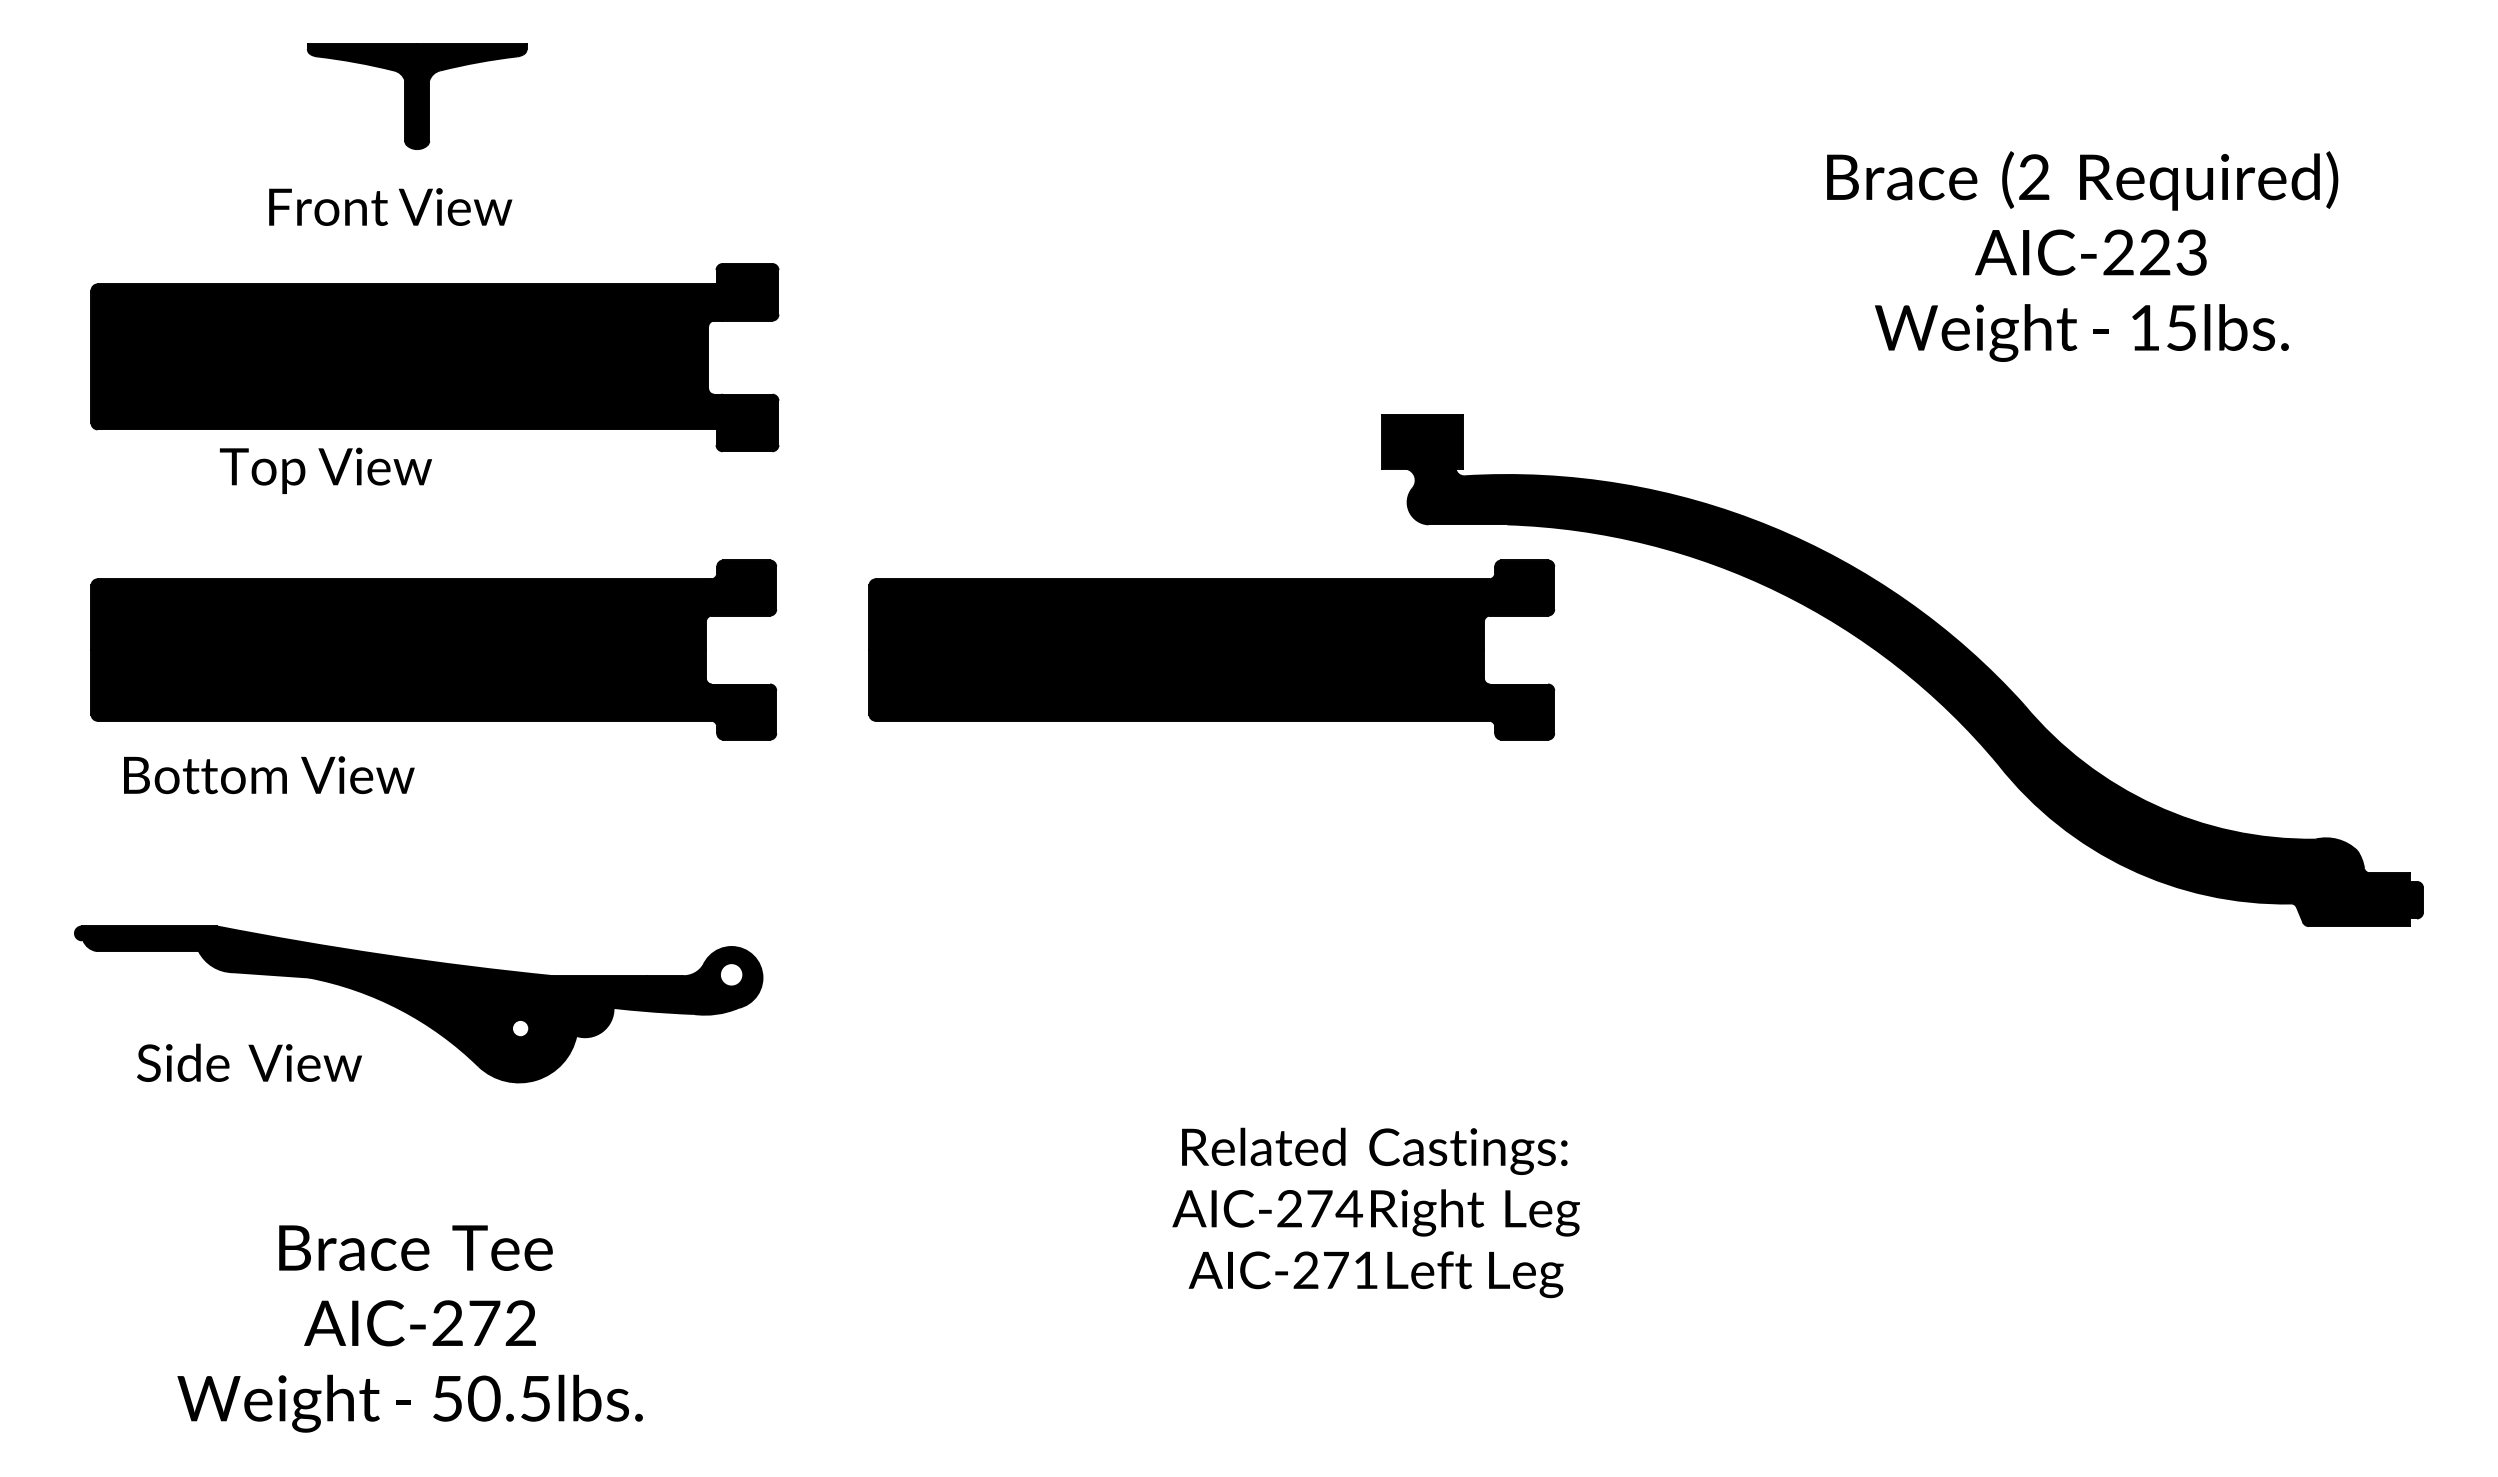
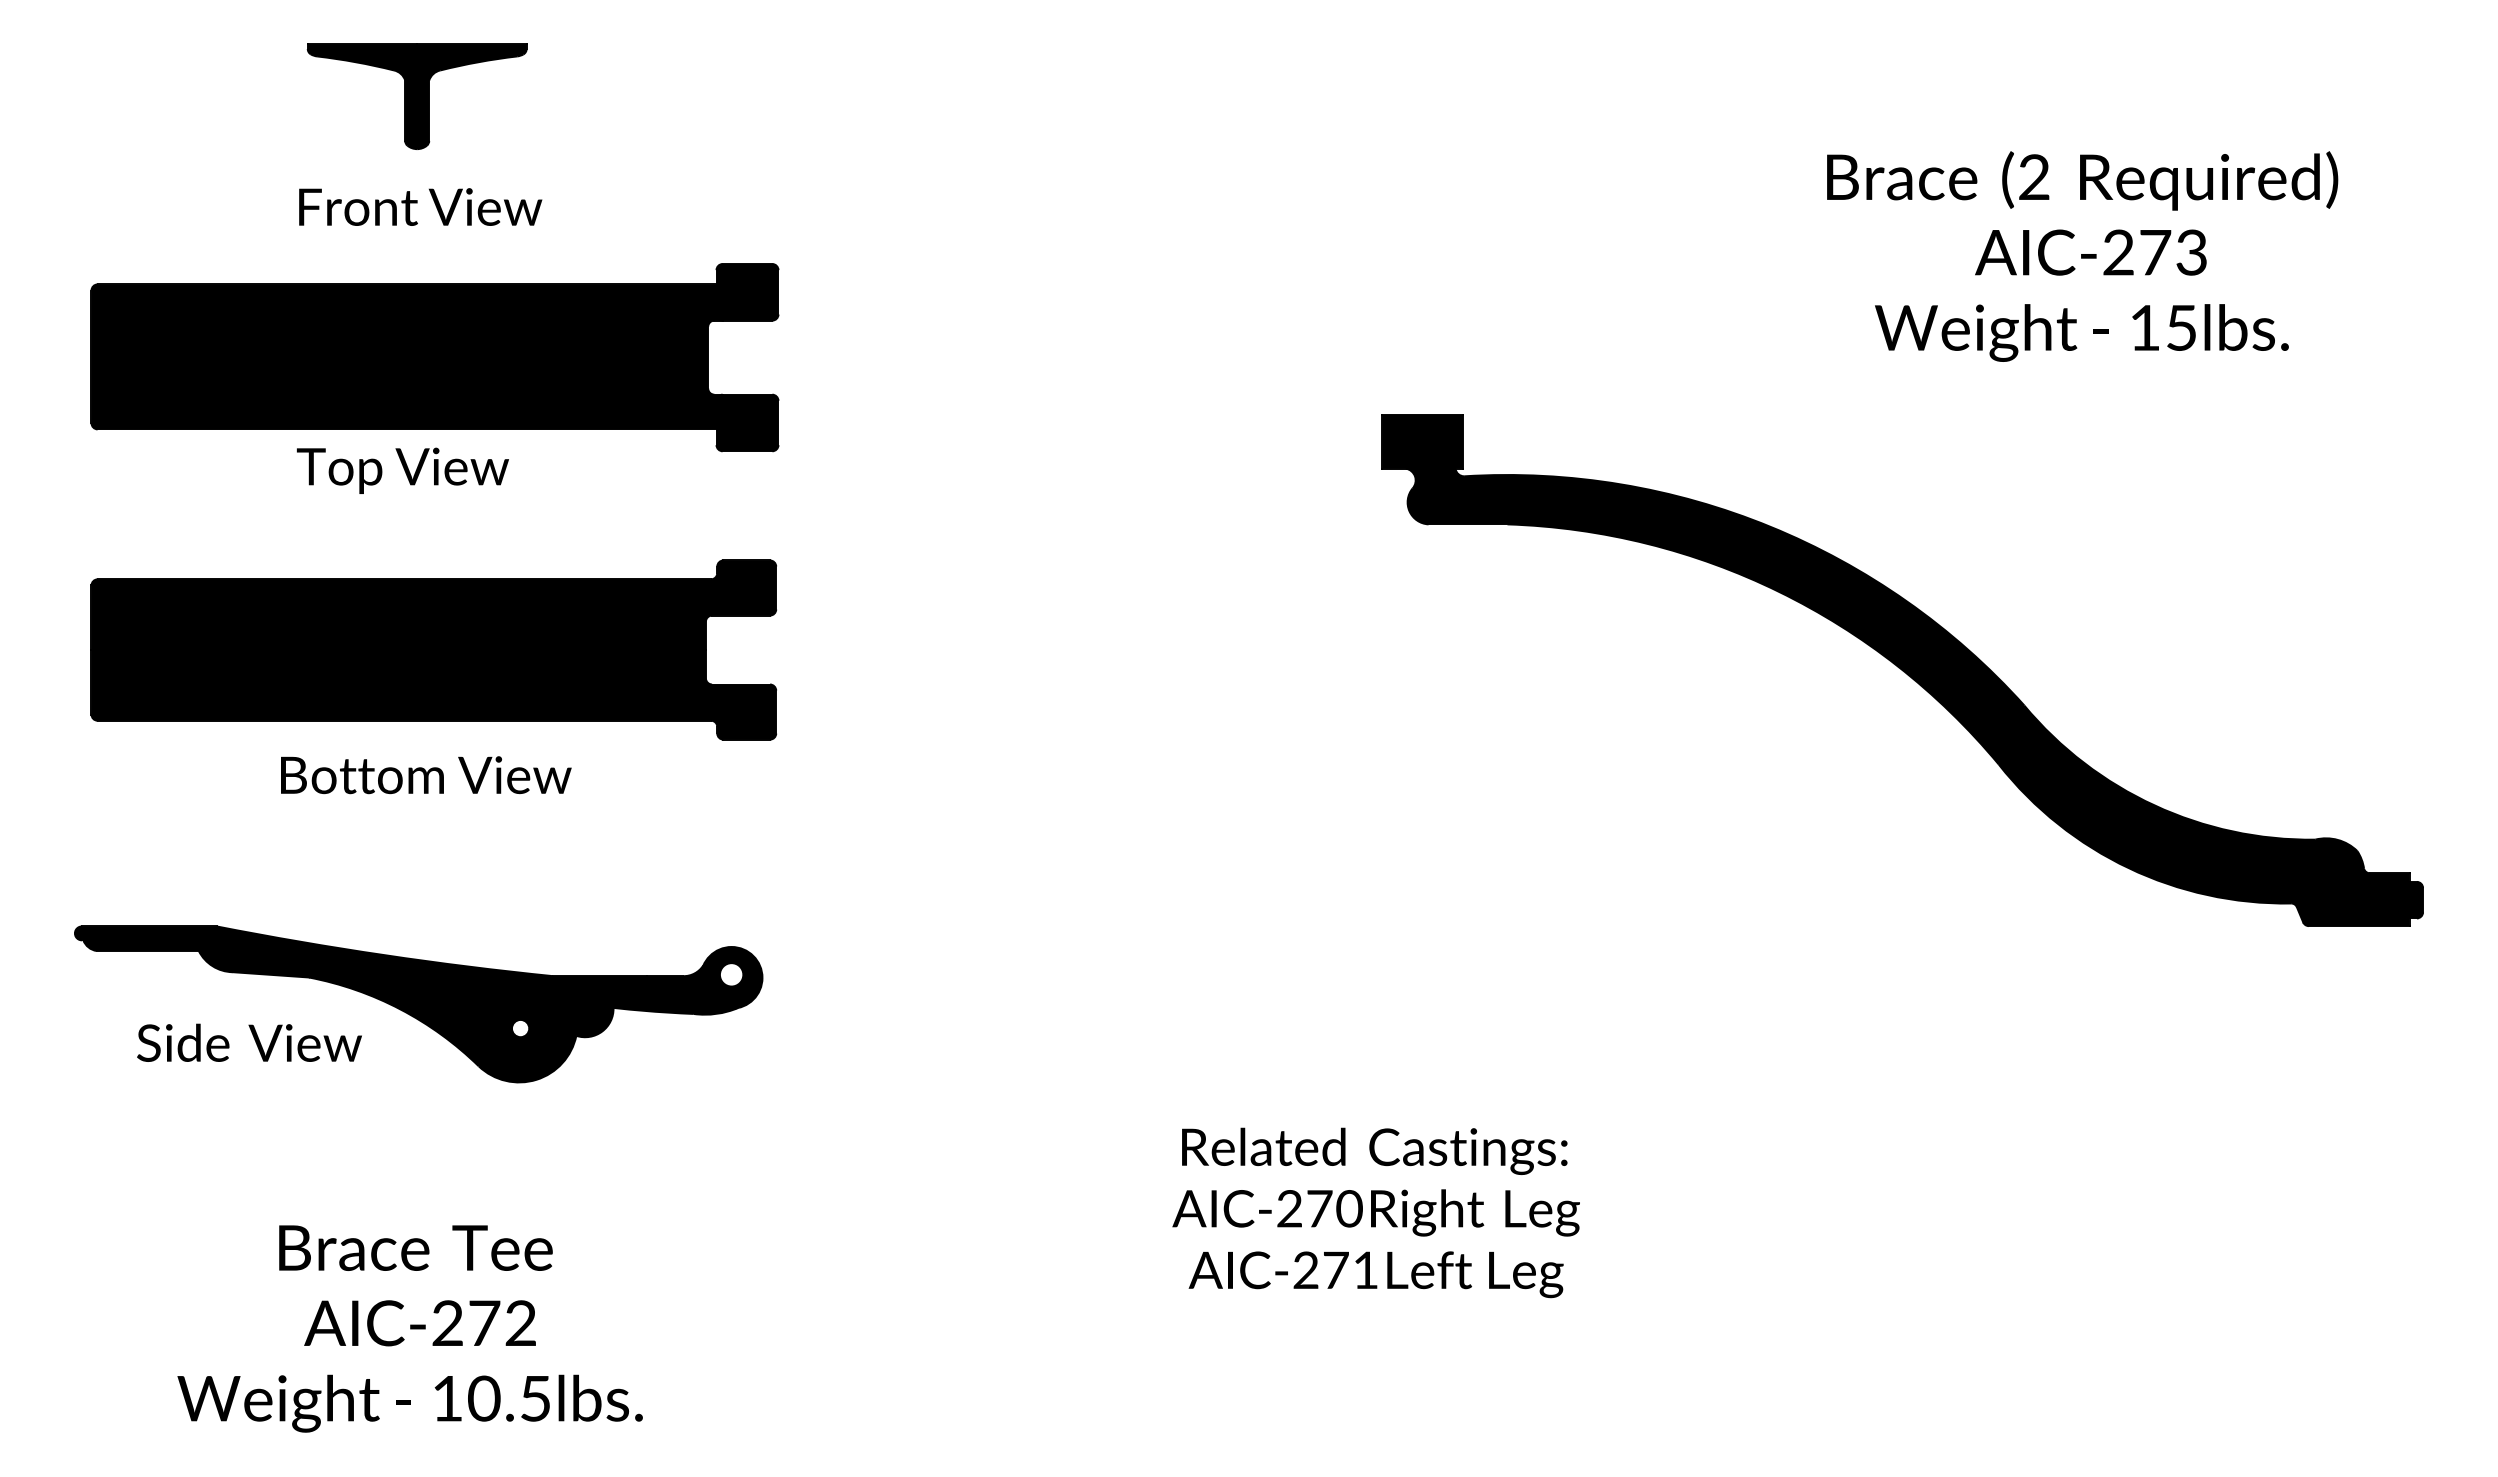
text at (390, 206) position: (390, 206) -> (420, 206)
text at (2155, 252): AIC-223 -> AIC-273
text at (325, 470) position: (325, 470) -> (402, 470)
part at (1211, 649): present -> none
text at (269, 775) position: (269, 775) -> (426, 775)
text at (249, 1062) position: (249, 1062) -> (249, 1042)
text at (1349, 1208): AIC-274 -> AIC-270
text at (447, 1398): 50.5lbs. -> 10.5lbs.
